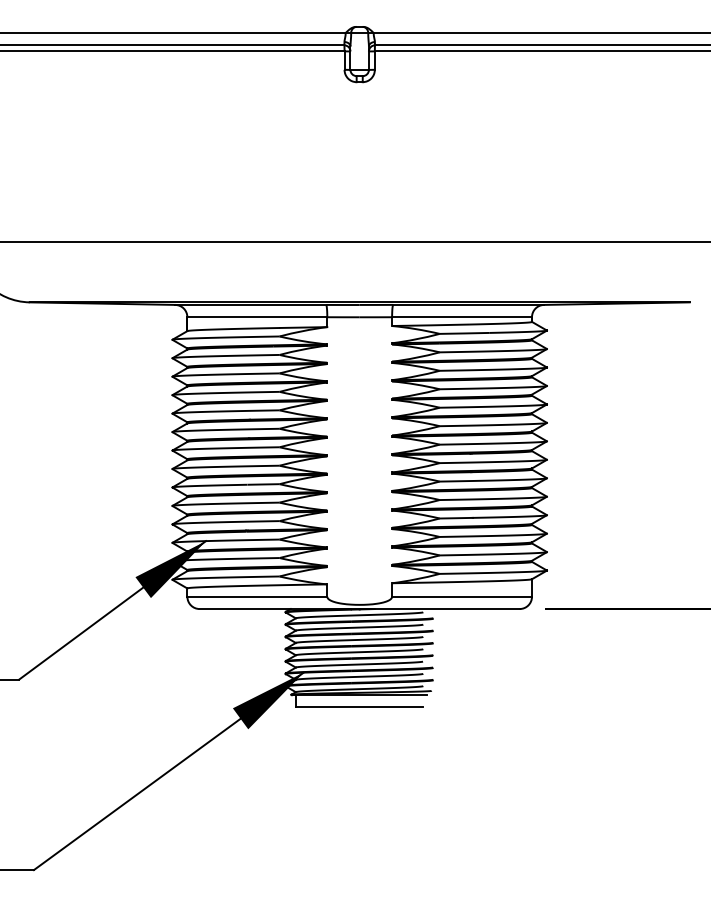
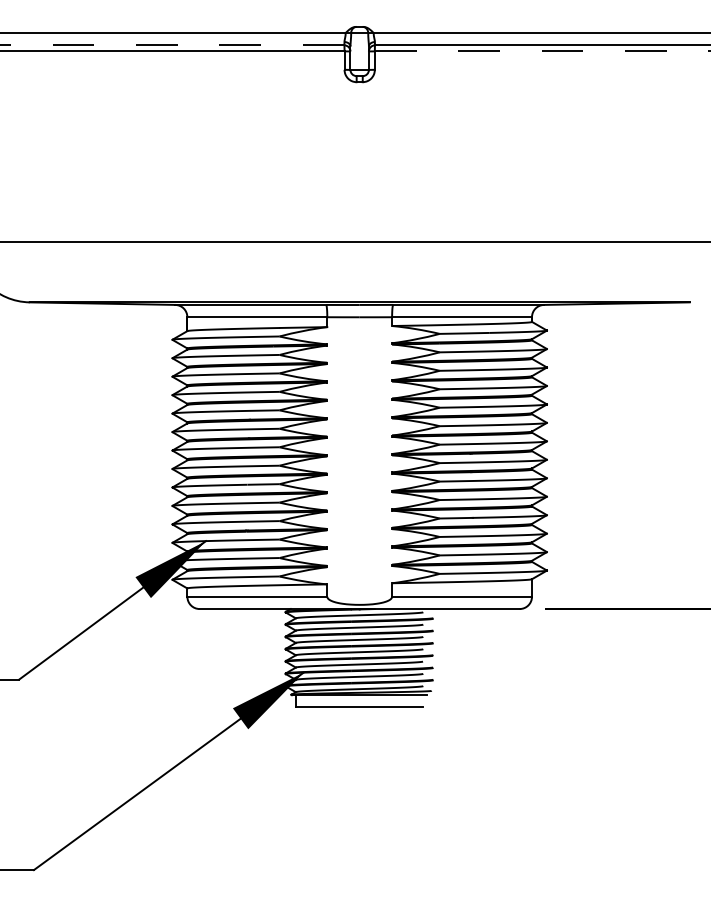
line at (171, 45): solid -> dashed
line at (542, 51): solid -> dashed
